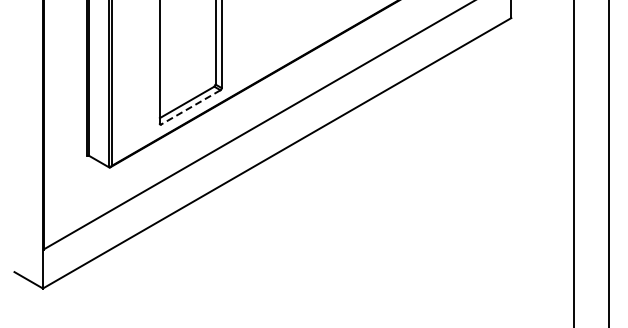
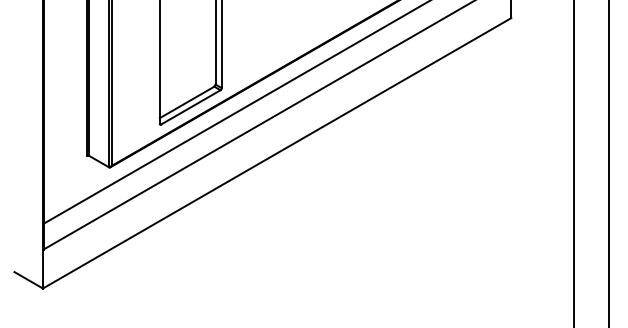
line at (190, 107): dashed -> solid
line at (235, 112): none -> present
